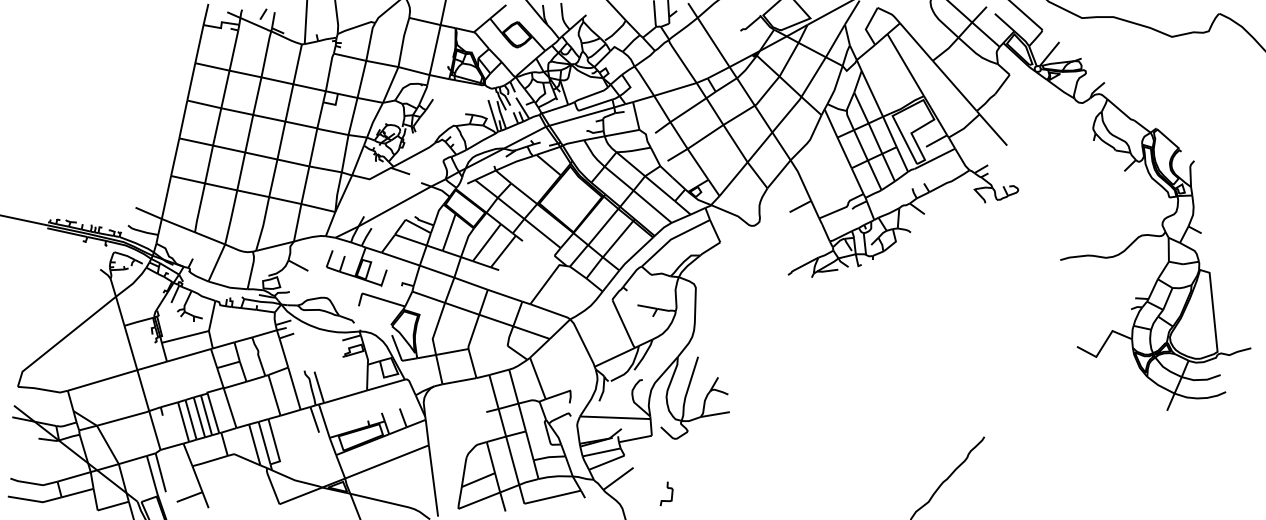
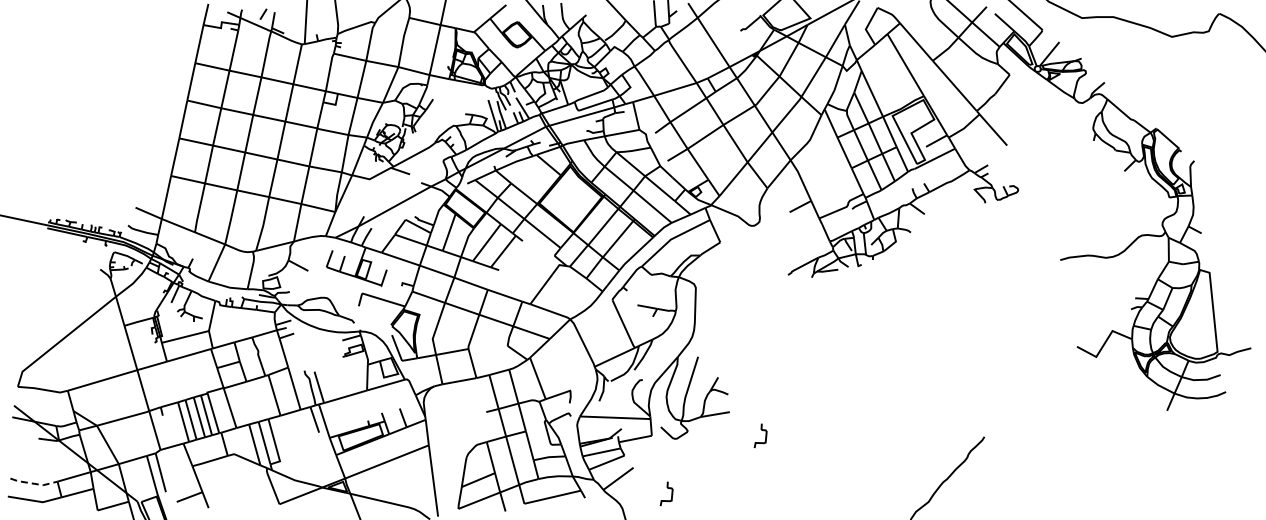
curve at (763, 431): none -> present
line at (34, 483): solid -> dashed
